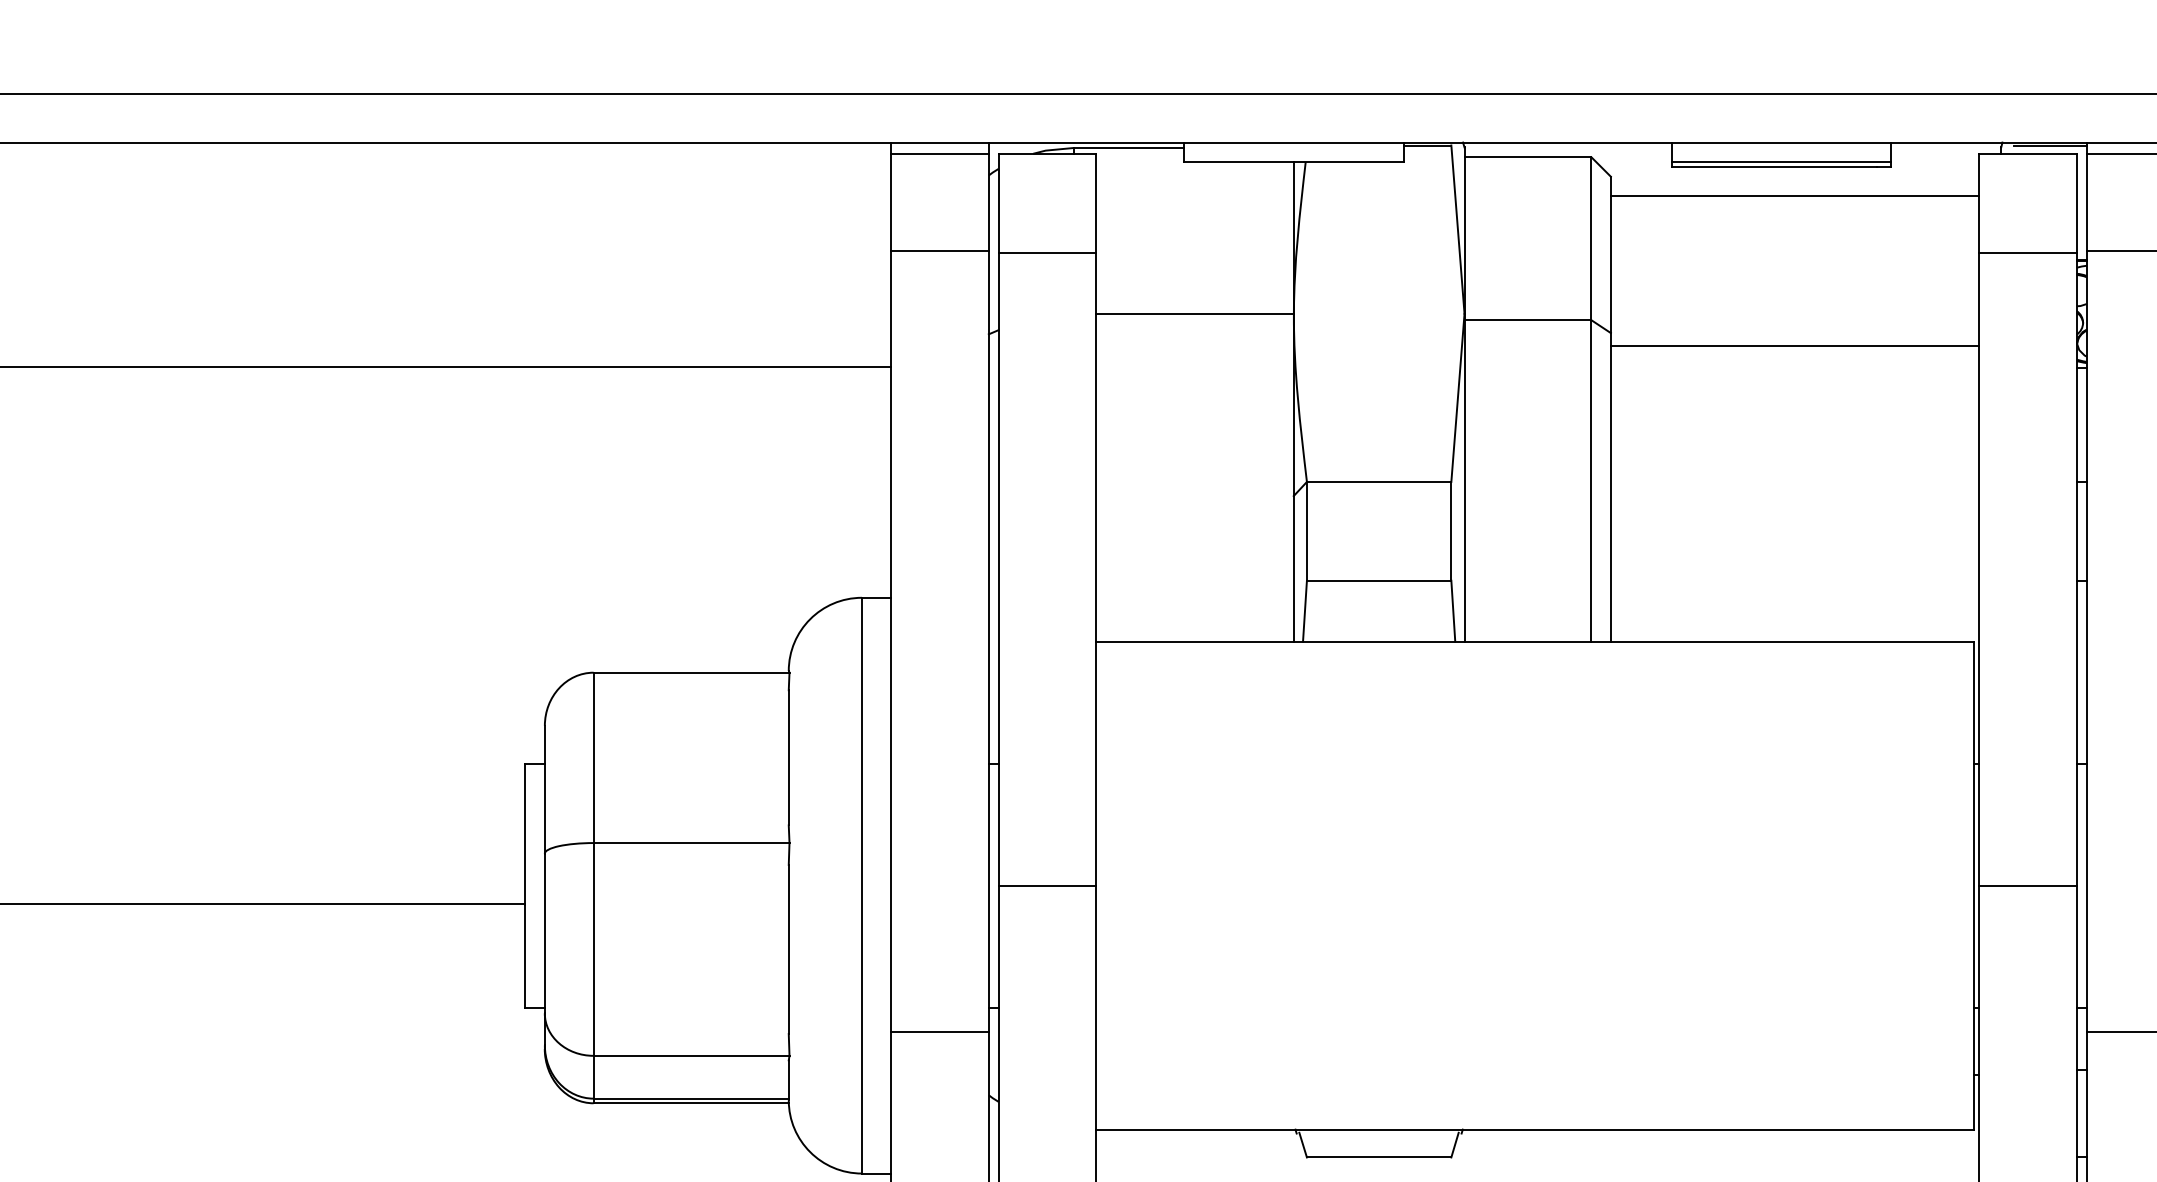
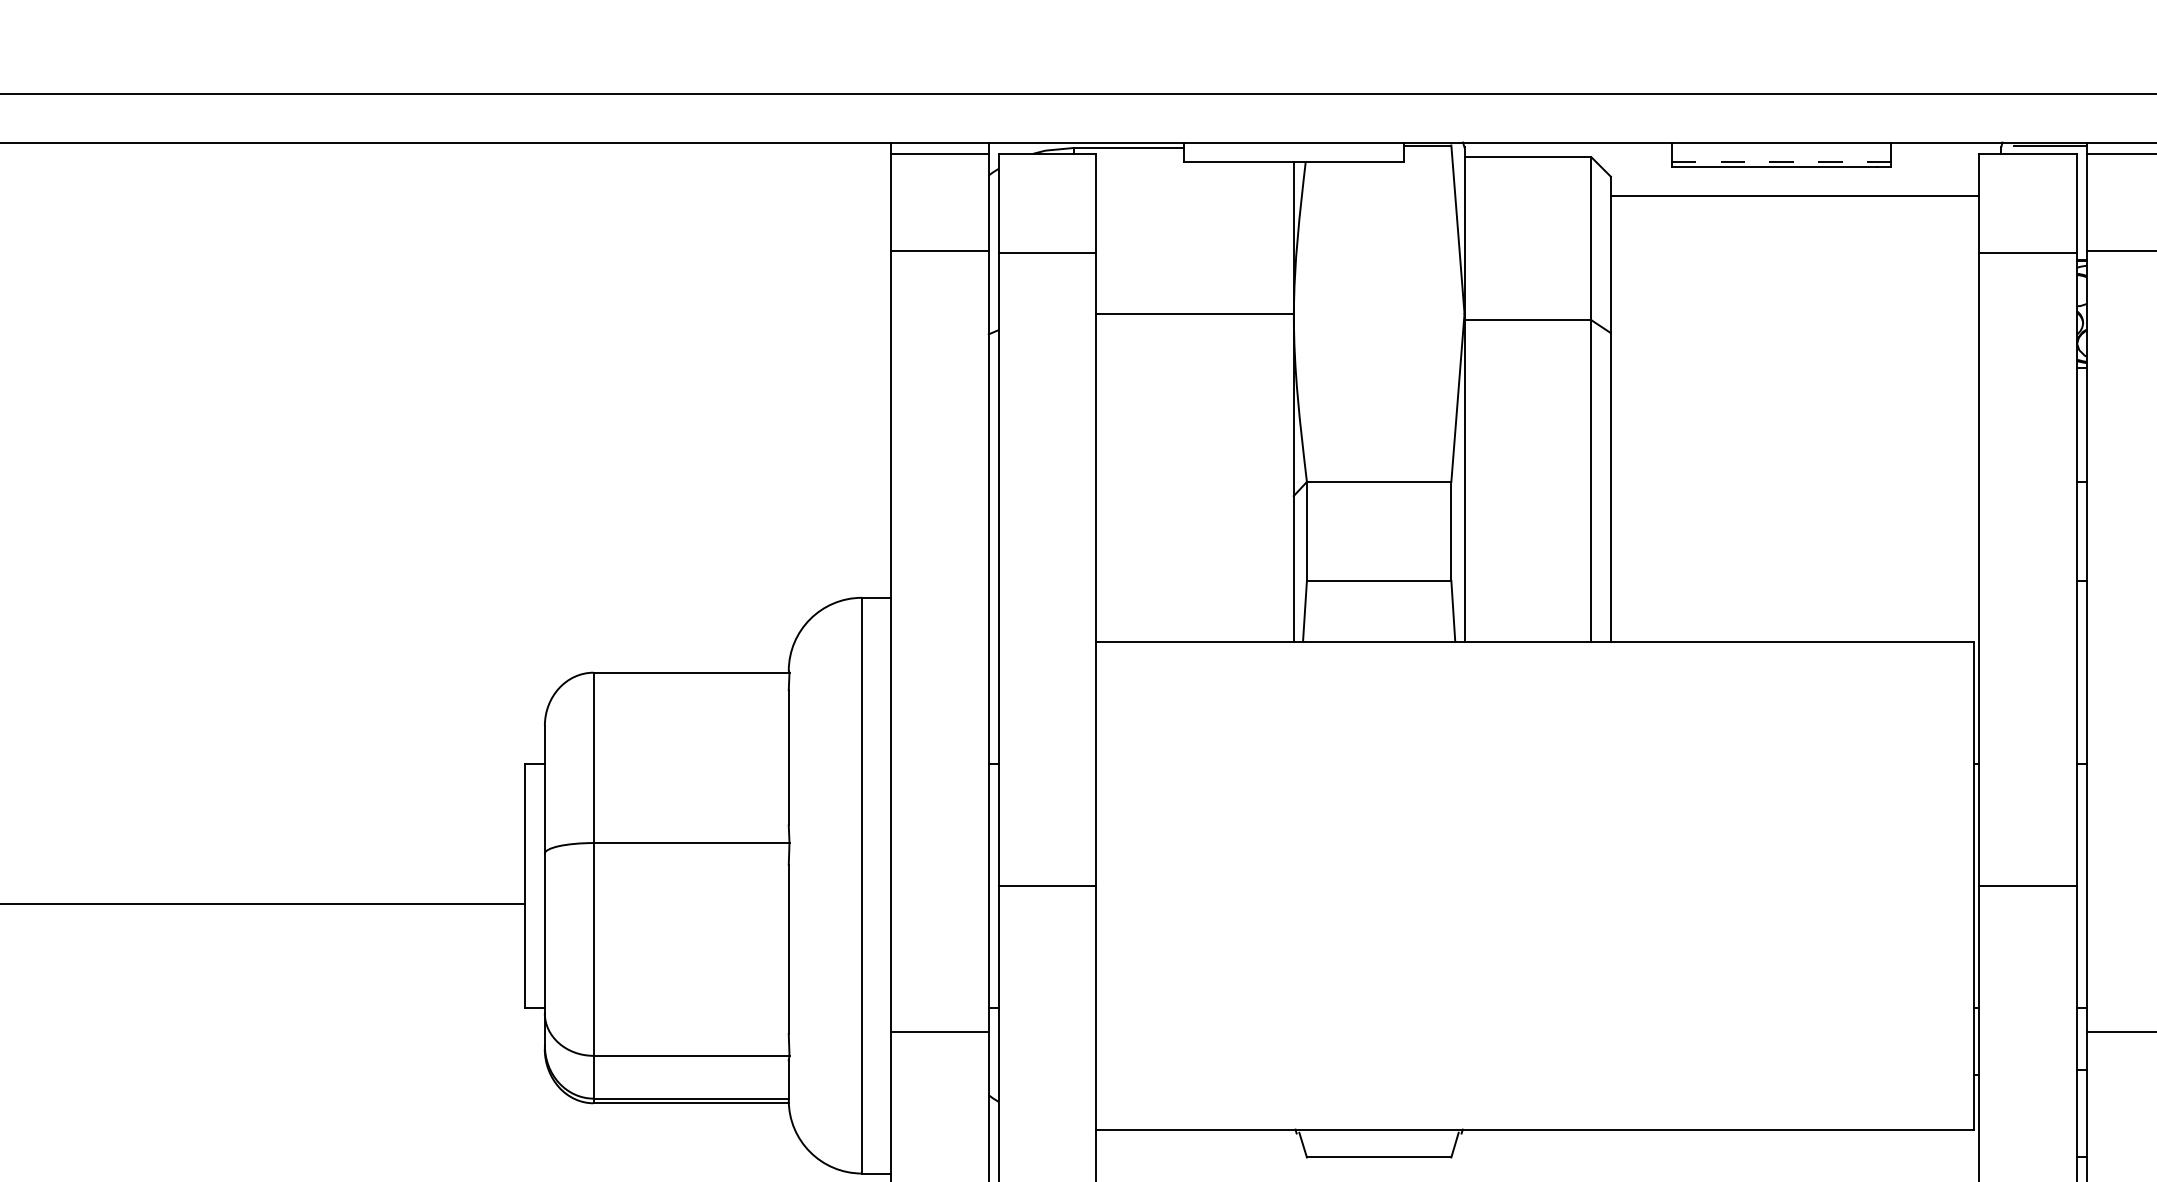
line at (1781, 162): solid -> dashed
line at (1794, 346): present -> none
line at (446, 367): present -> none
